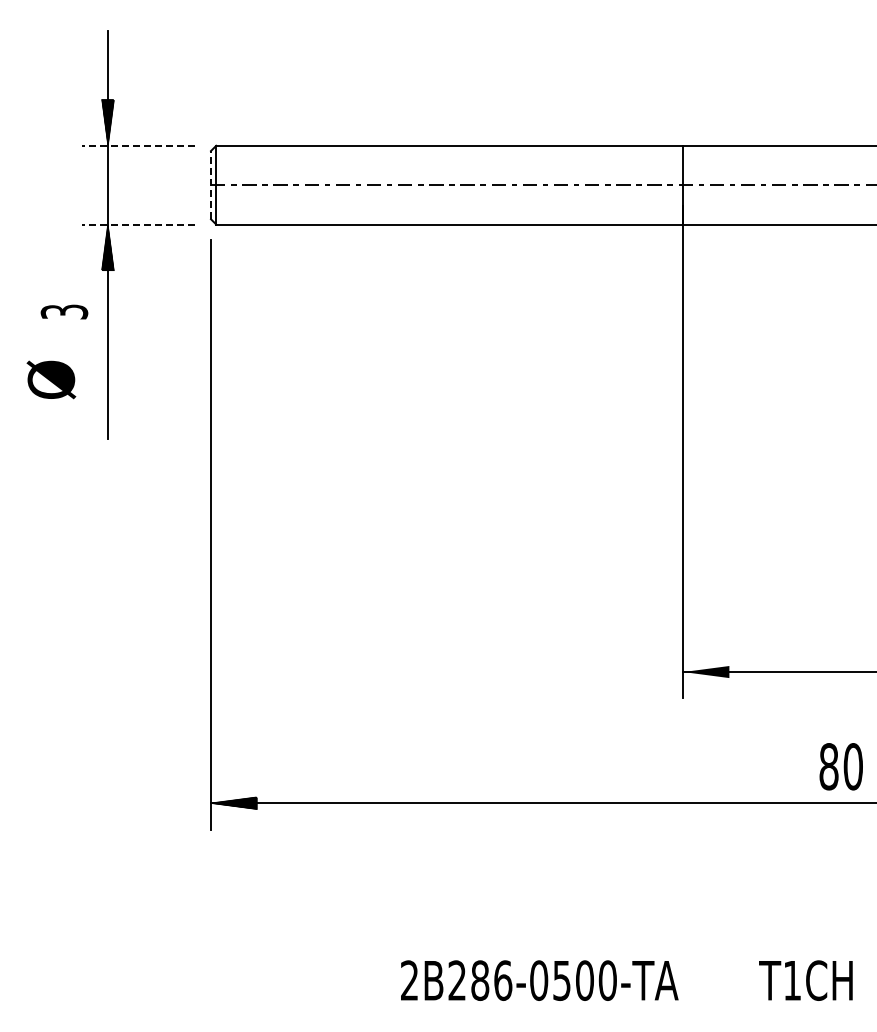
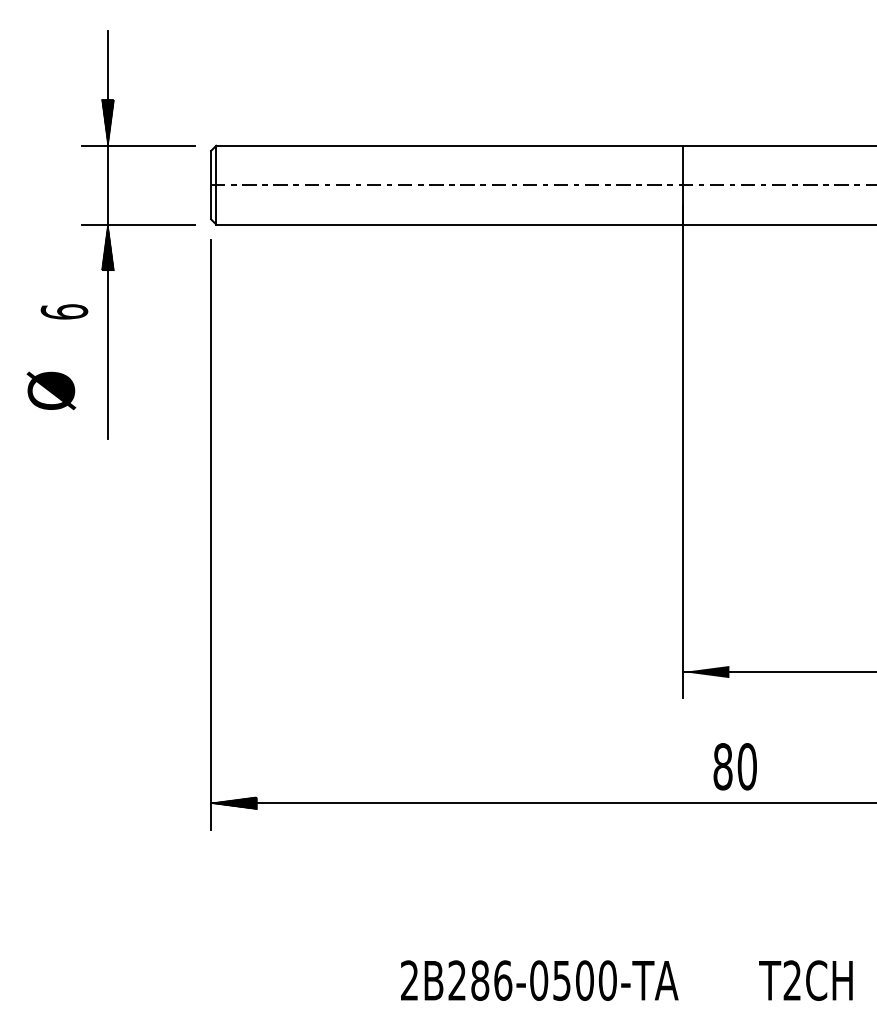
line at (138, 145): dashed -> solid
line at (211, 184): dashed -> solid
line at (138, 224): dashed -> solid
text at (64, 311): 3 -> 6
text at (51, 379) position: (51, 379) -> (51, 390)
text at (840, 766) position: (840, 766) -> (734, 766)
text at (791, 980): T1CH -> T2CH
